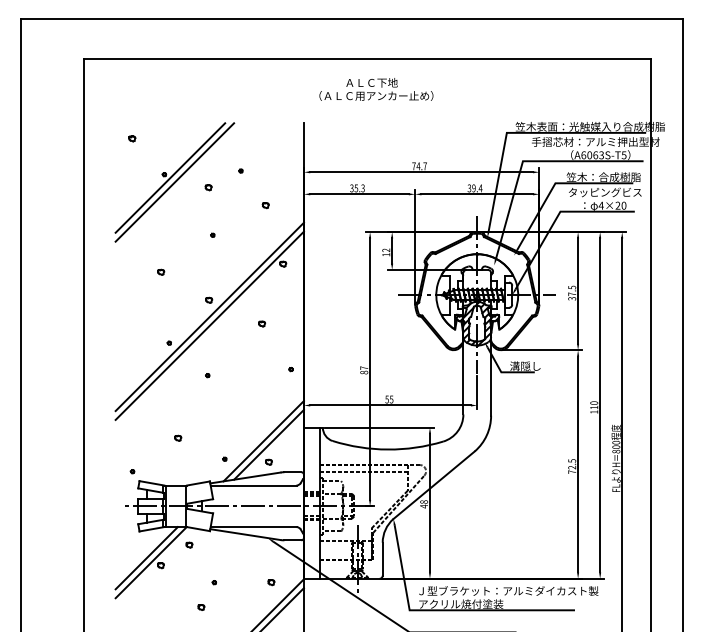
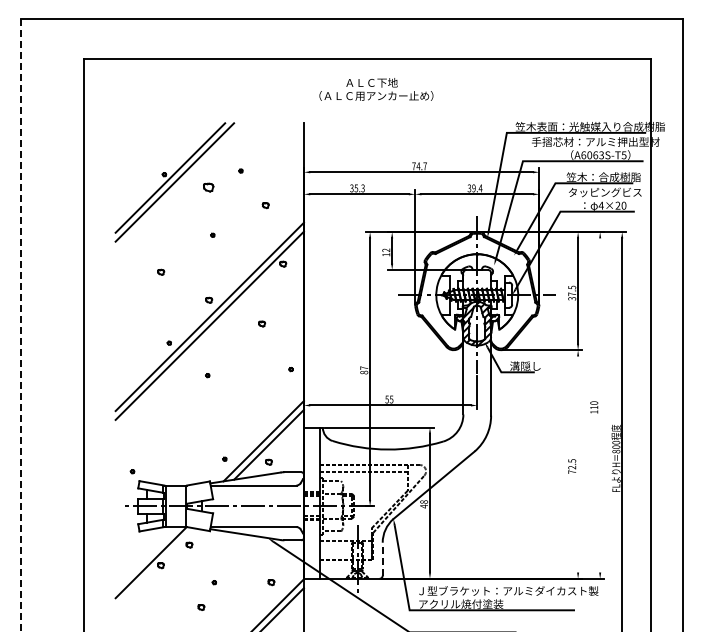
part at (132, 138): present -> none
part at (208, 187) size: 9x8 px -> 12x11 px
line at (21, 326): solid -> dashed
line at (600, 405): present -> none
part at (178, 437): present -> none
line at (578, 464): present -> none
line at (146, 558): present -> none
line at (382, 558): solid -> dashed
